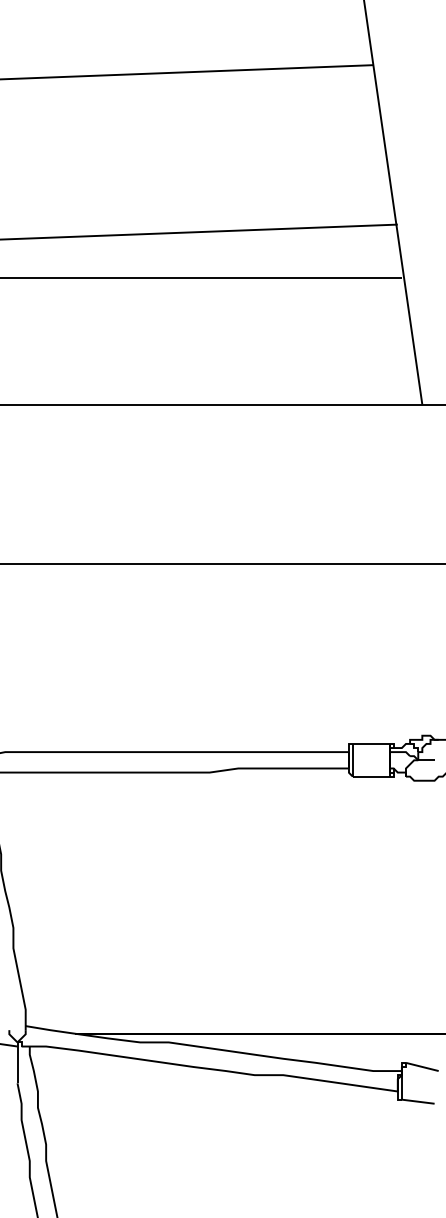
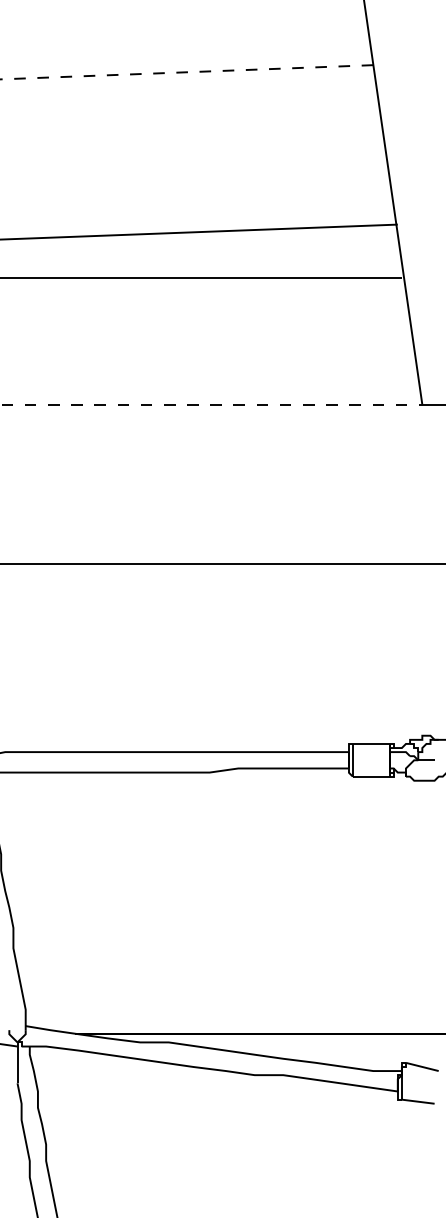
line at (186, 72): solid -> dashed
line at (215, 404): solid -> dashed
